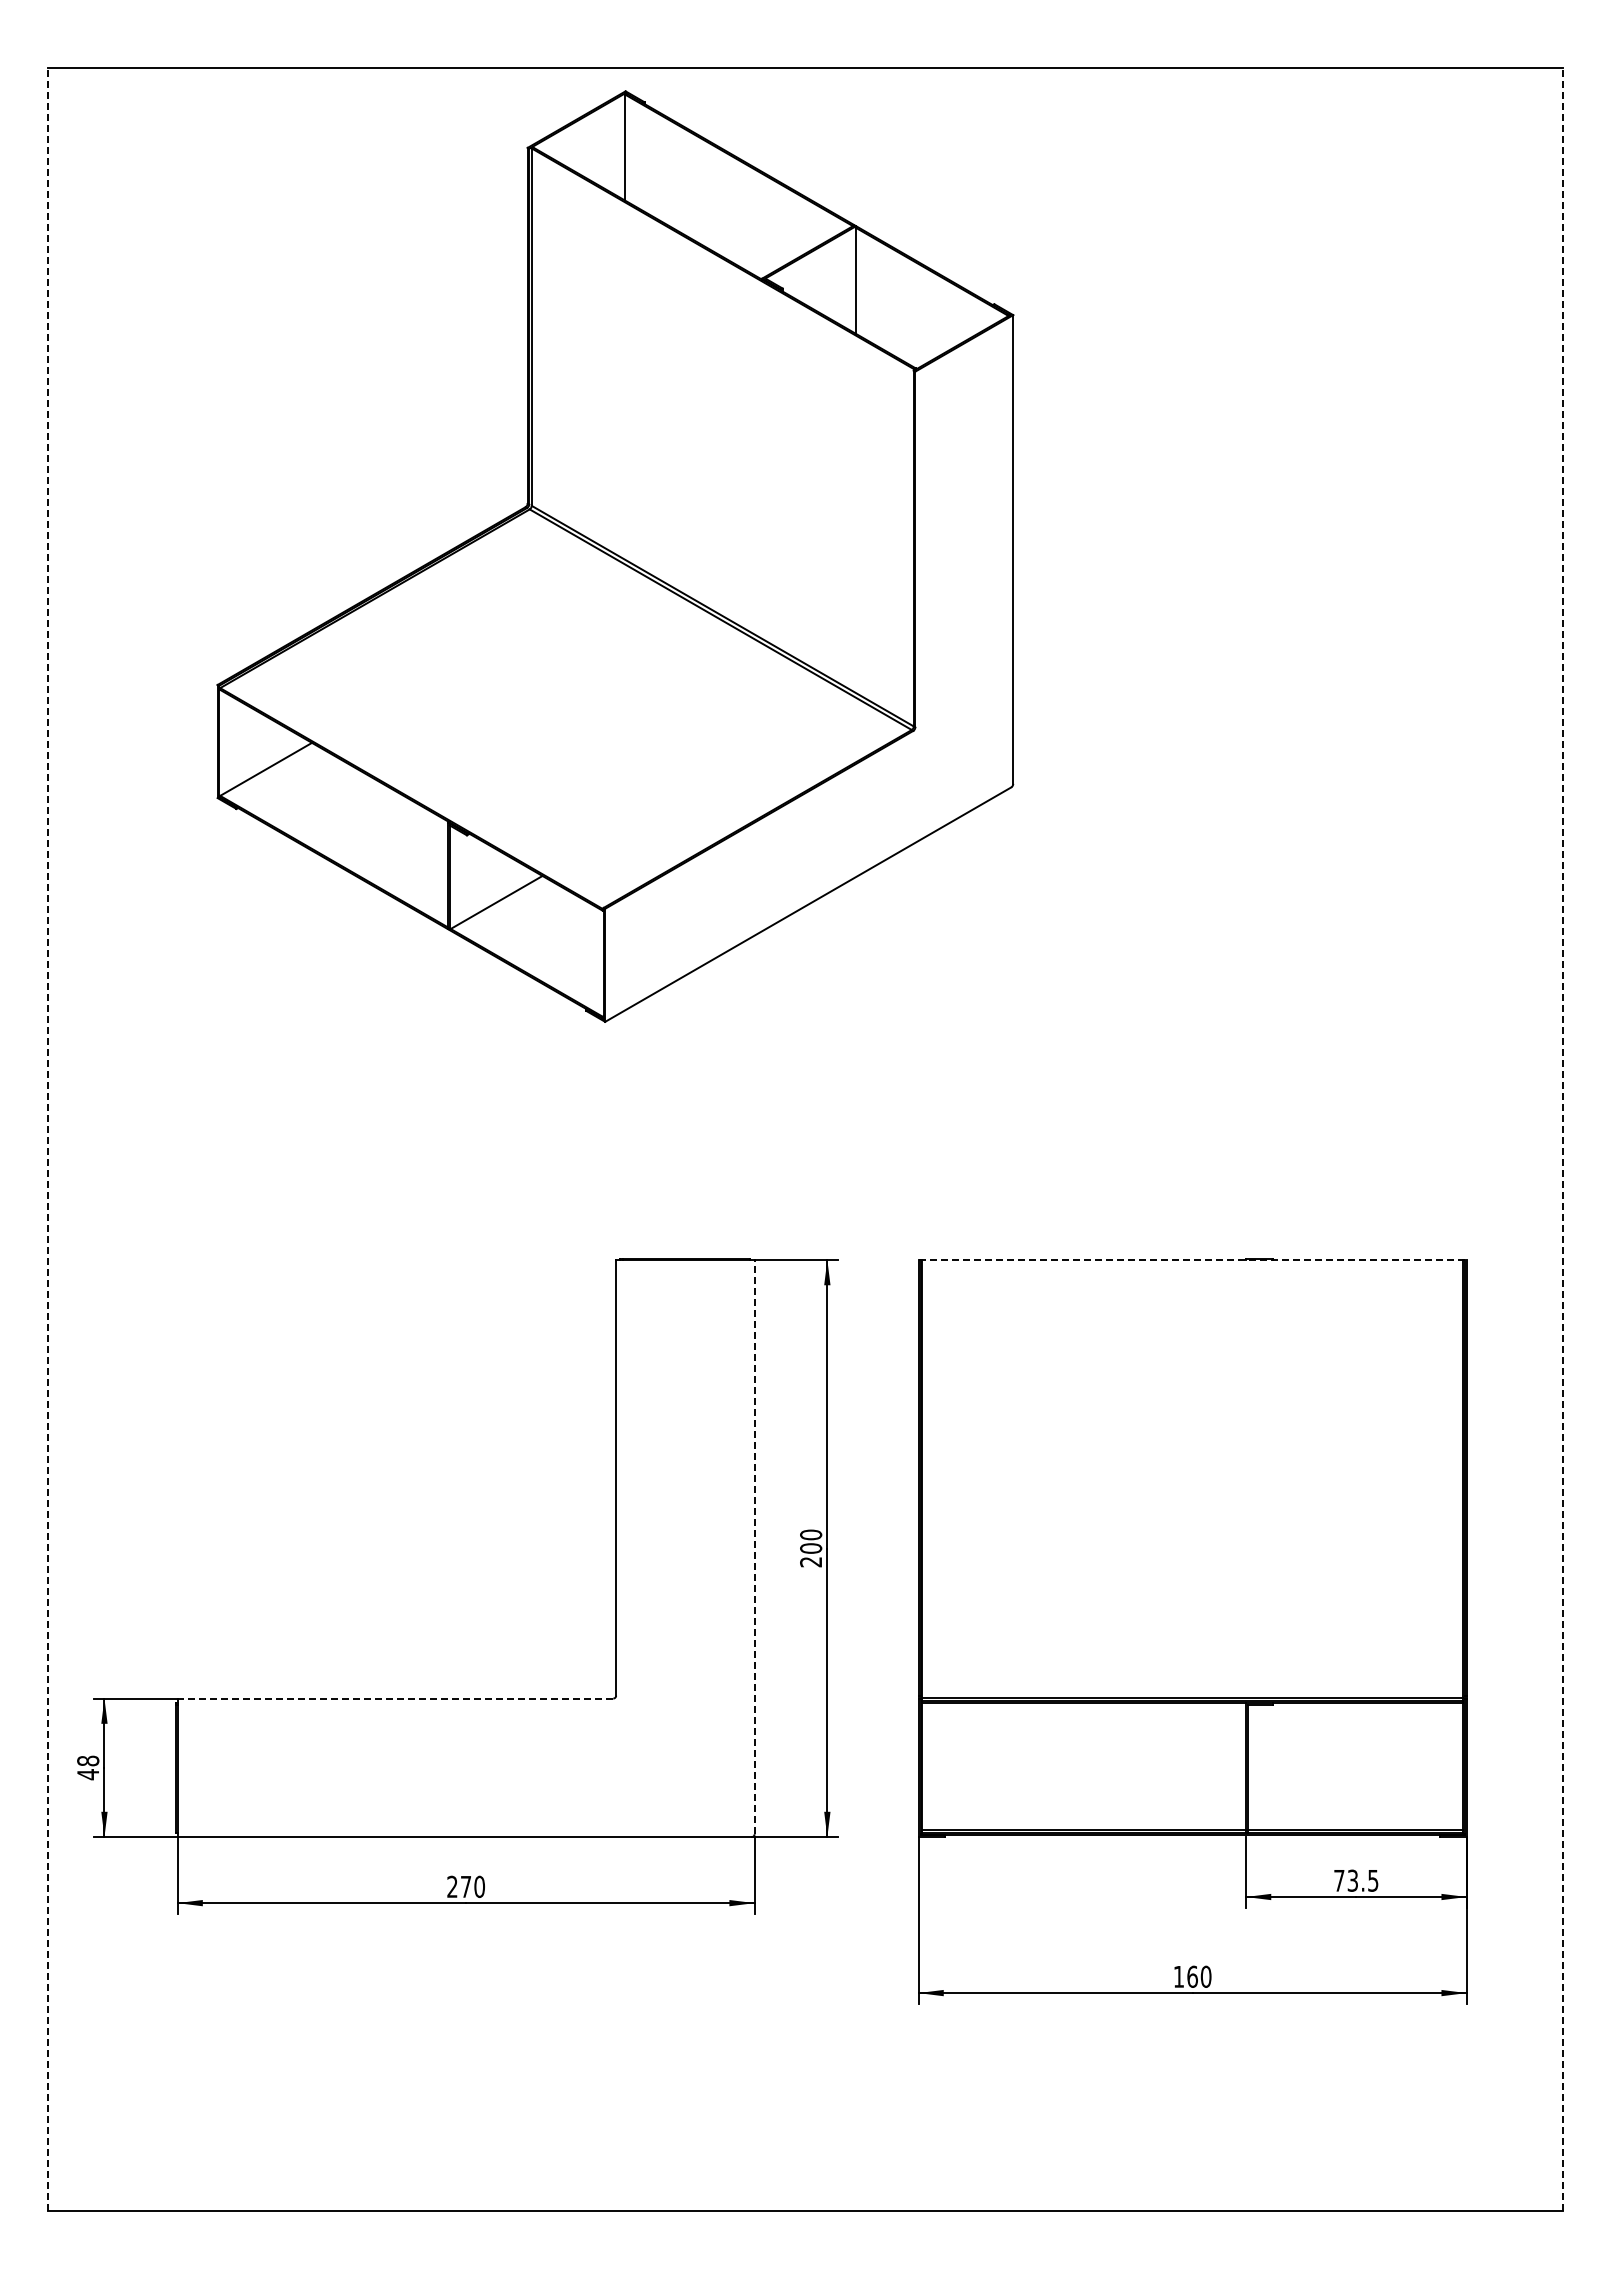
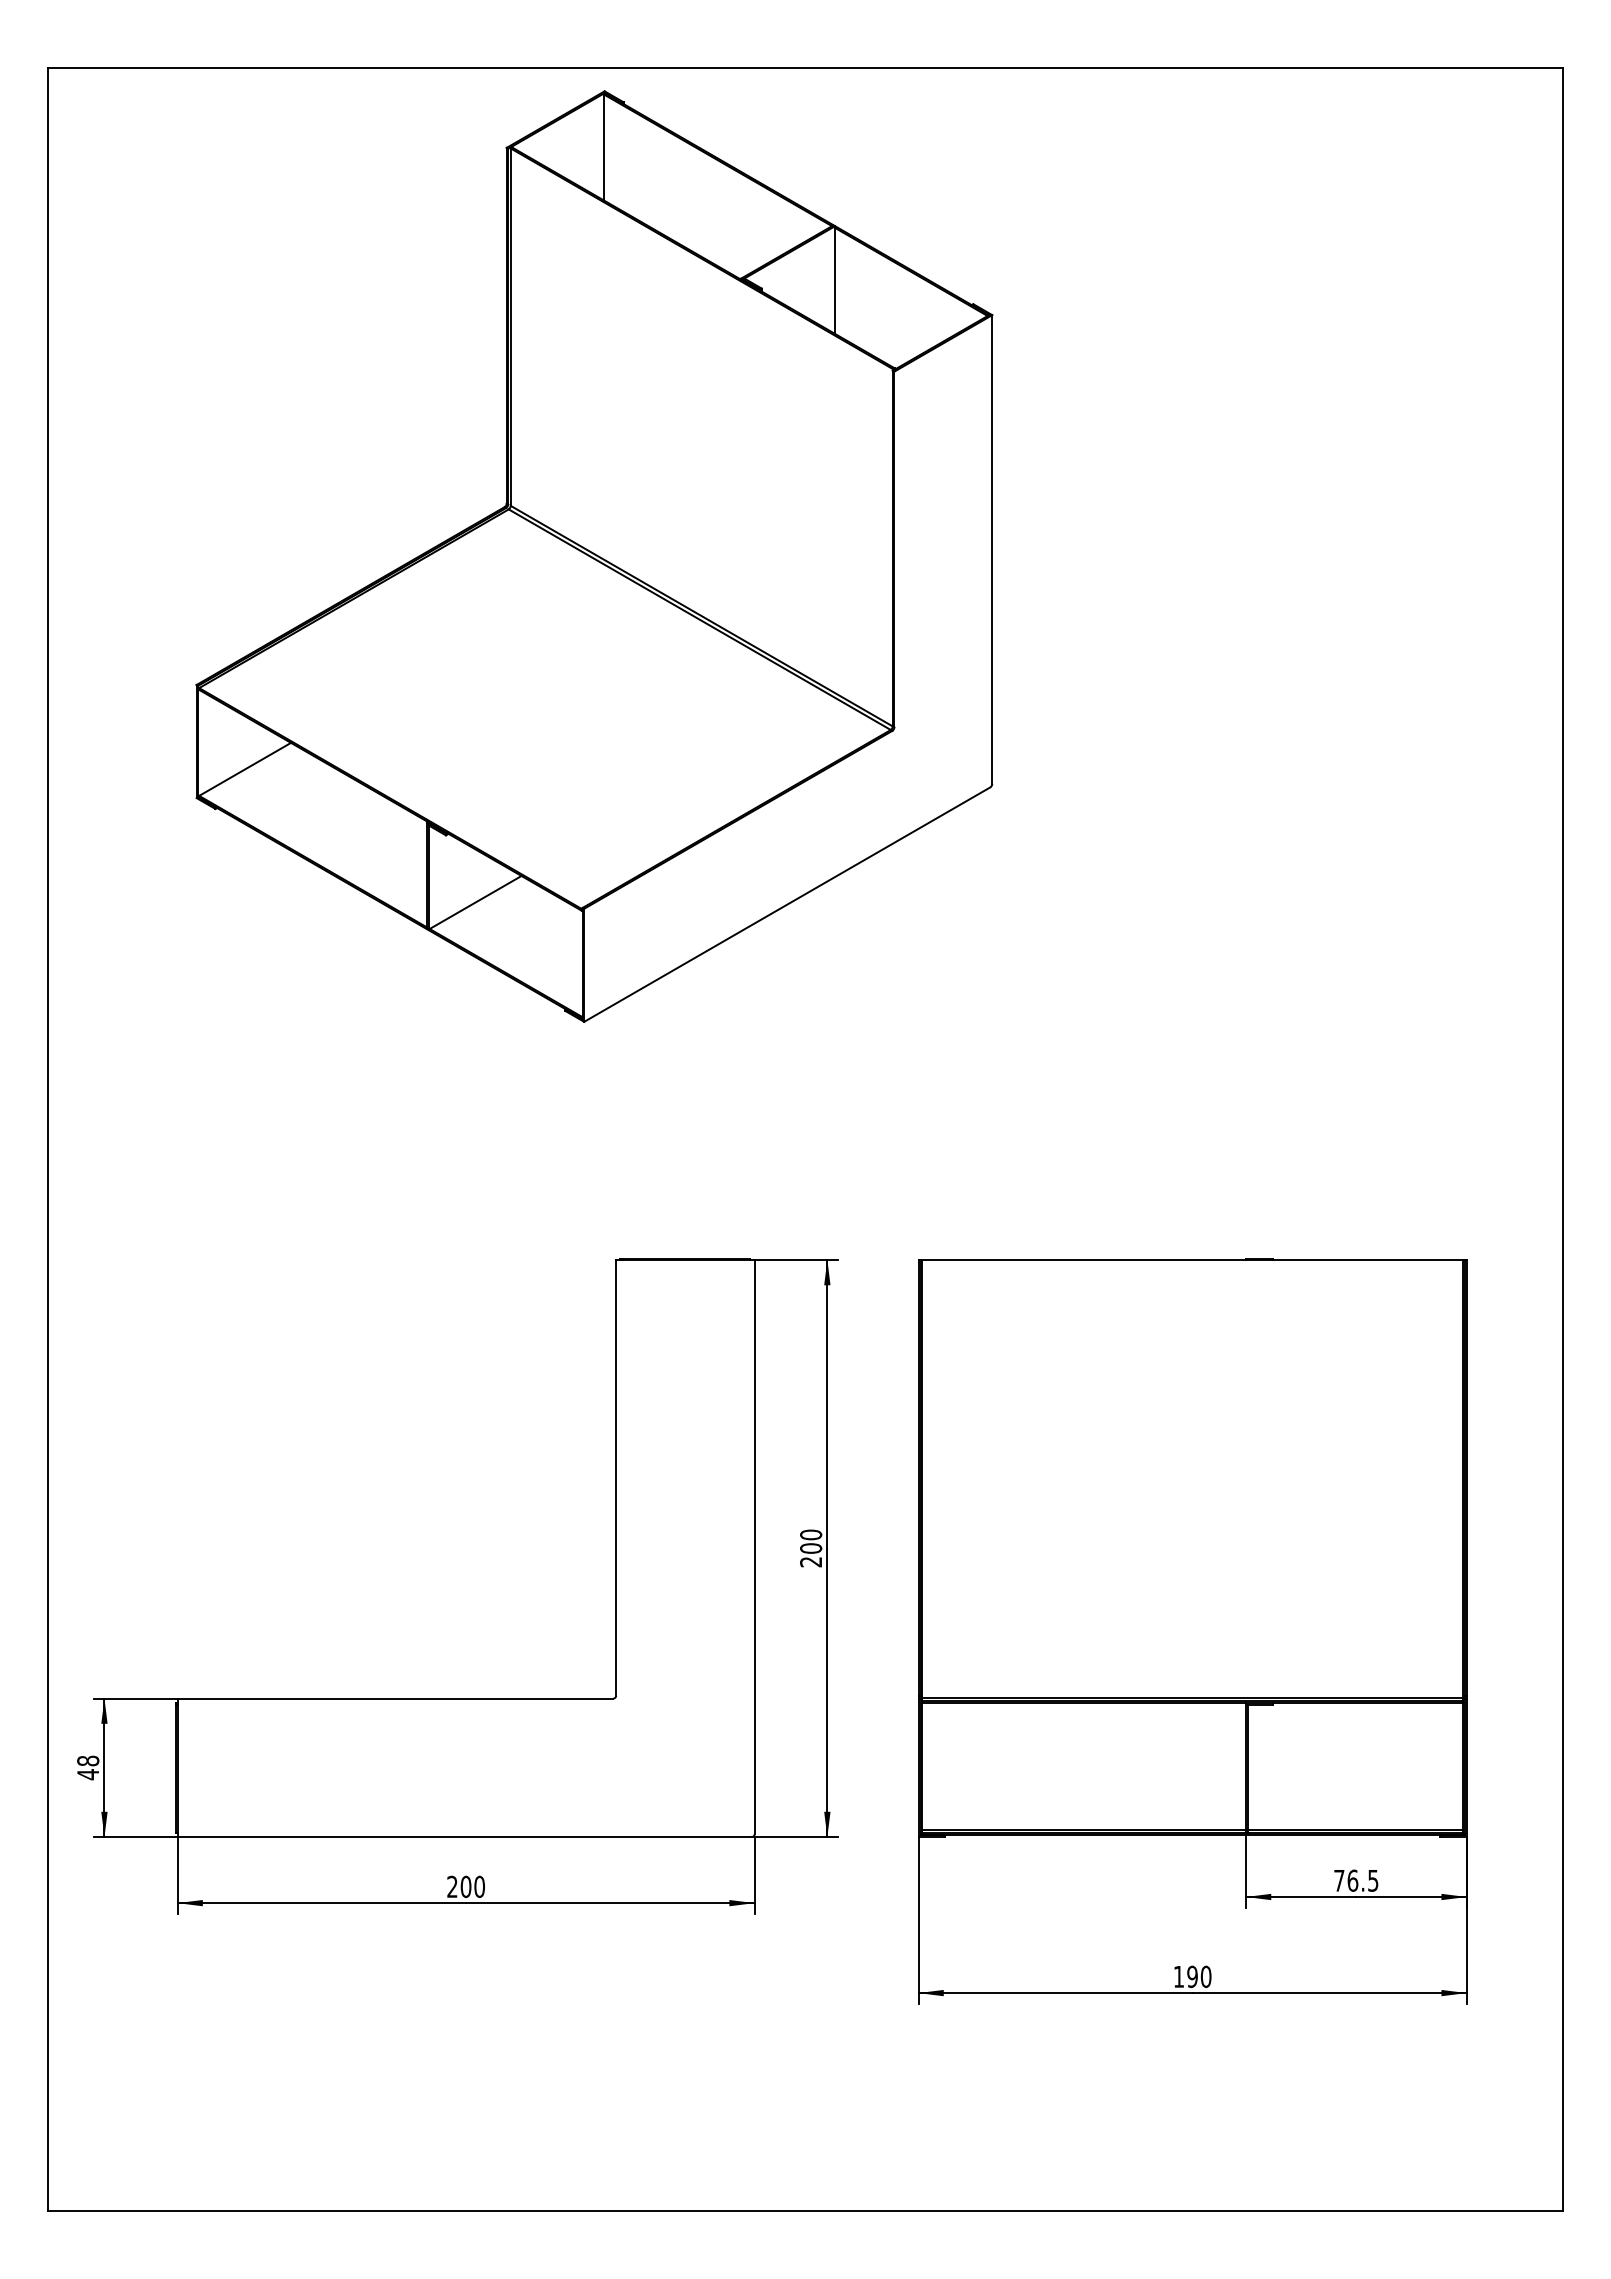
part at (615, 556) position: (615, 556) -> (594, 556)
line at (48, 1139): dashed -> solid
line at (1562, 1139): dashed -> solid
line at (1193, 1260): dashed -> solid
line at (754, 1546): dashed -> solid
line at (395, 1698): dashed -> solid
text at (1352, 1880): 73.5 -> 76.5
text at (465, 1886): 270 -> 200
text at (1192, 1976): 160 -> 190
